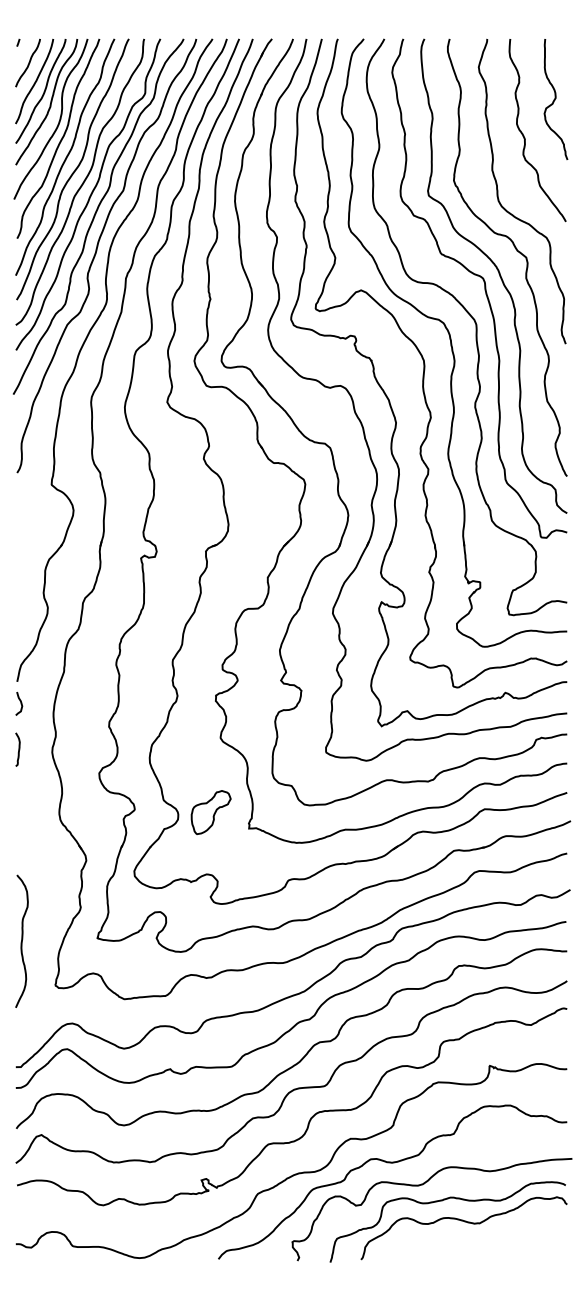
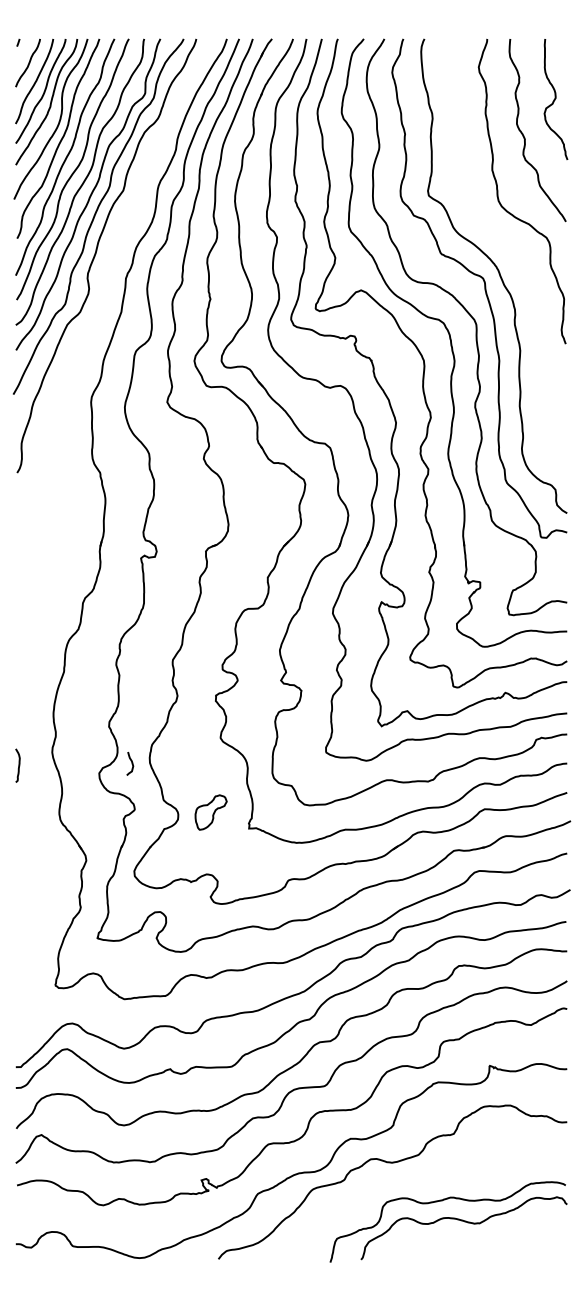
curve at (516, 251): present -> none
part at (84, 344): present -> none
curve at (20, 703) position: (20, 703) -> (131, 763)
curve at (18, 749) position: (18, 749) -> (18, 765)
part at (210, 812) size: 42x45 px -> 34x37 px
curve at (21, 940): present -> none
curve at (422, 1185): present -> none
